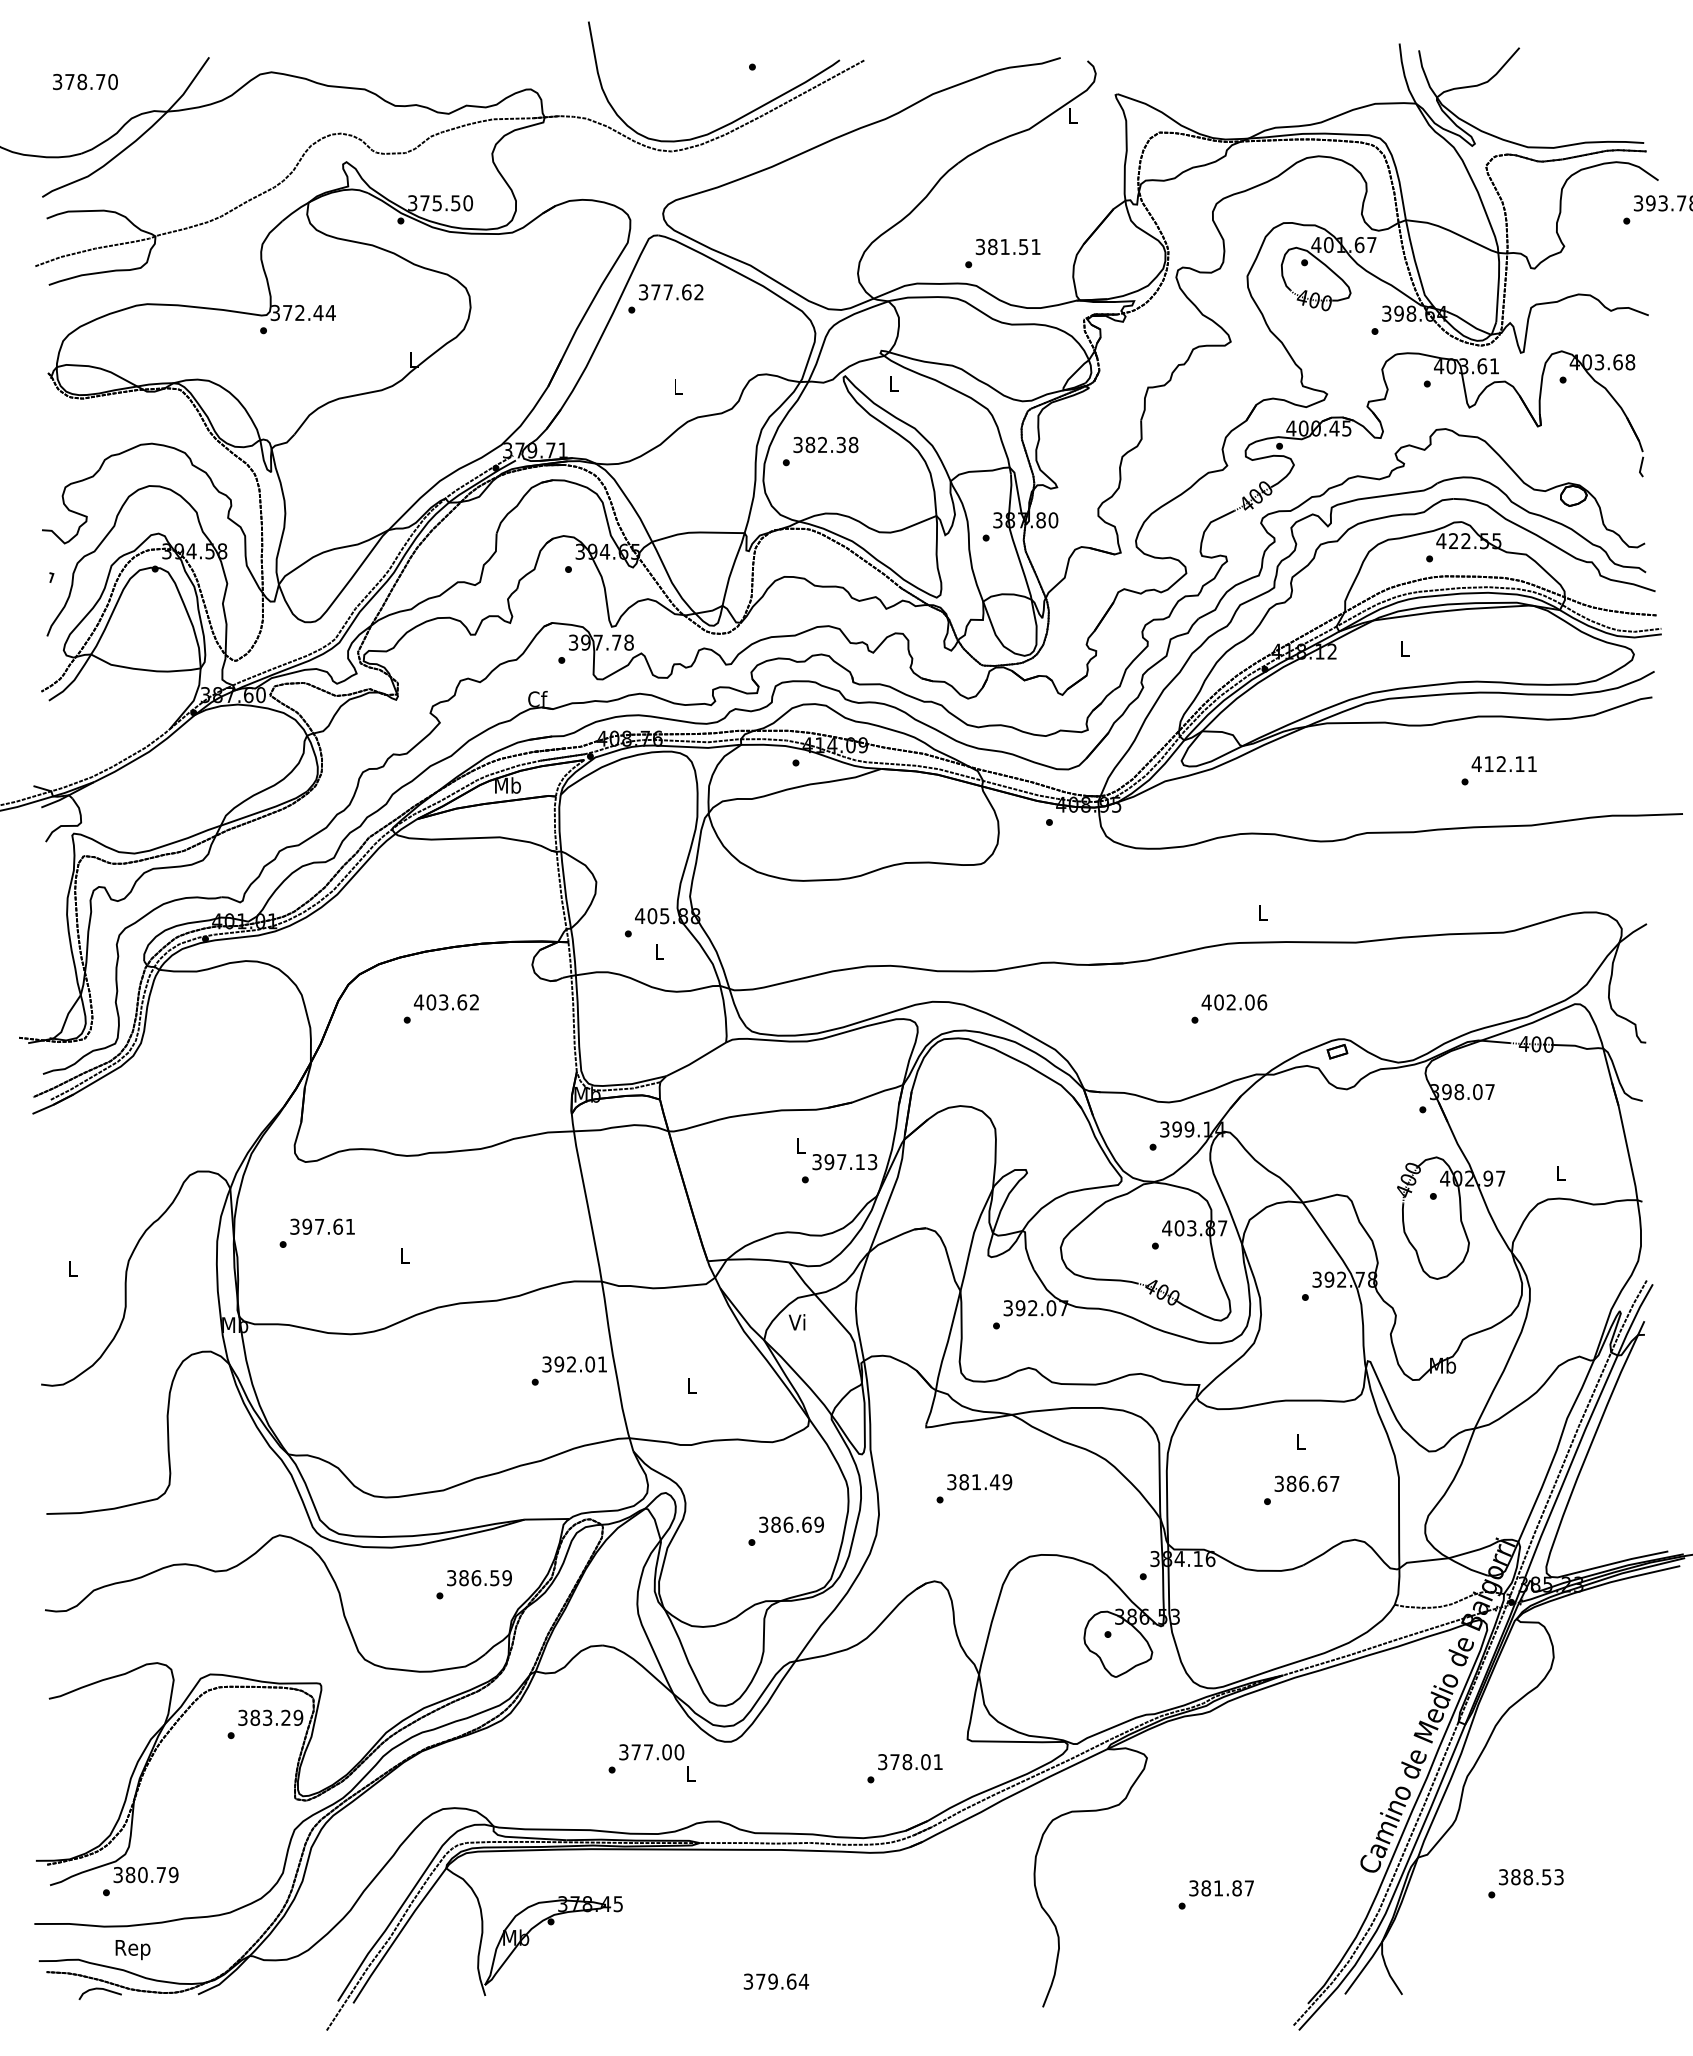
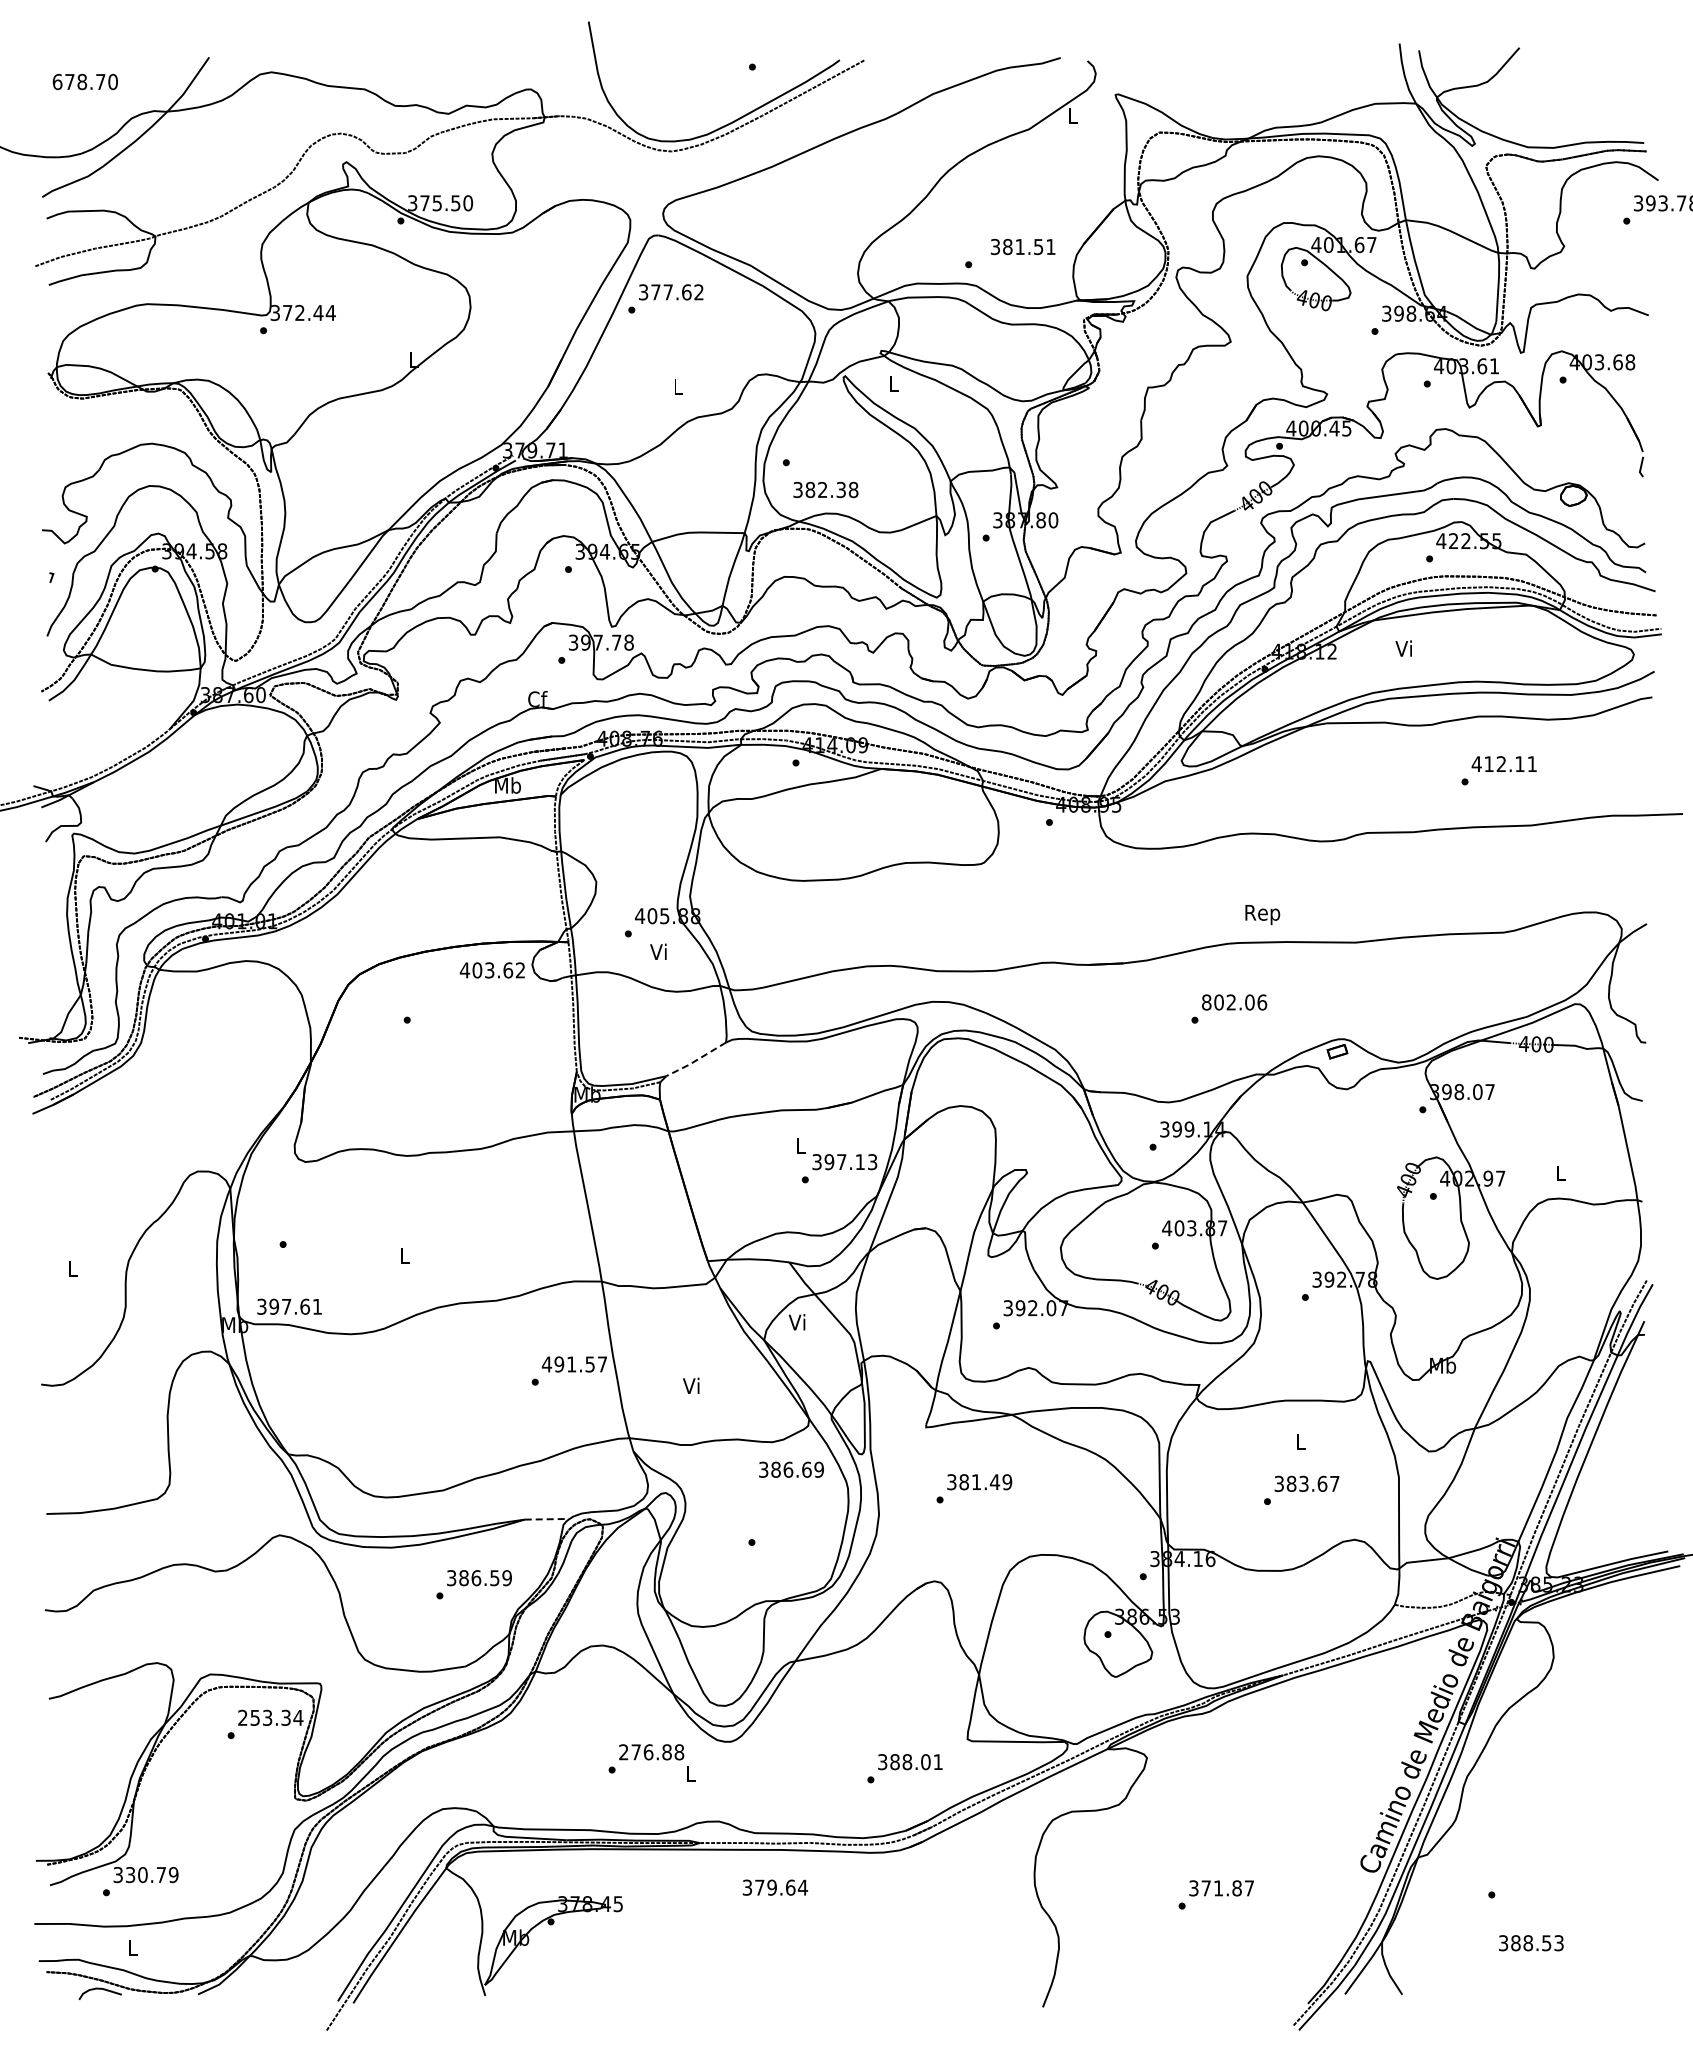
text at (57, 81): 378.70 -> 678.70
text at (1007, 247) position: (1007, 247) -> (1022, 247)
text at (825, 444) position: (825, 444) -> (825, 489)
text at (1403, 648): L -> Vi
text at (1262, 915): L -> Rep
text at (658, 951): L -> Vi
text at (445, 1002) position: (445, 1002) -> (491, 970)
text at (1206, 1002): 402.06 -> 802.06
line at (695, 1060): solid -> dashed
text at (322, 1226) position: (322, 1226) -> (289, 1306)
text at (573, 1364): 392.01 -> 491.57
text at (691, 1385): L -> Vi
text at (1303, 1483): 386.67 -> 383.67
line at (547, 1519): solid -> dashed
text at (791, 1524) position: (791, 1524) -> (791, 1469)
text at (270, 1717): 383.29 -> 253.34
text at (651, 1752): 377.00 -> 276.88
text at (894, 1762): 378.01 -> 388.01
text at (130, 1875): 380.79 -> 330.79
text at (1531, 1877) position: (1531, 1877) -> (1531, 1943)
text at (1206, 1888): 381.87 -> 371.87
text at (132, 1950): Rep -> L
text at (775, 1981) position: (775, 1981) -> (774, 1887)
